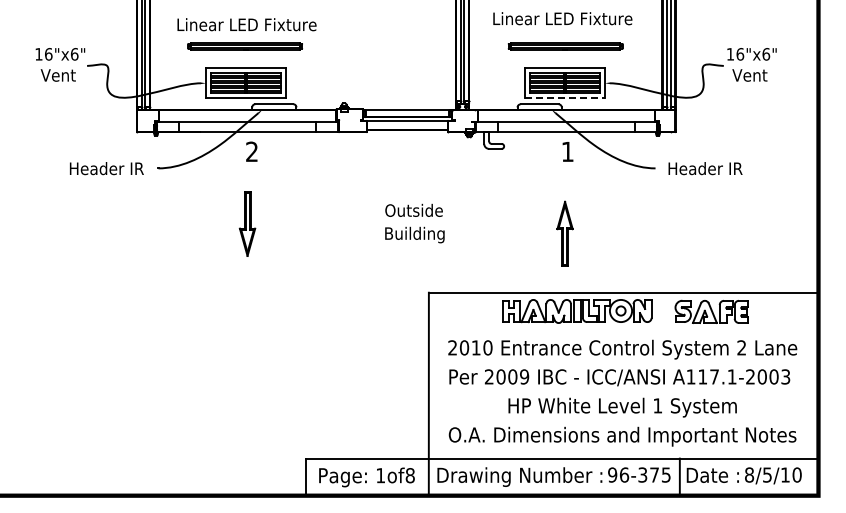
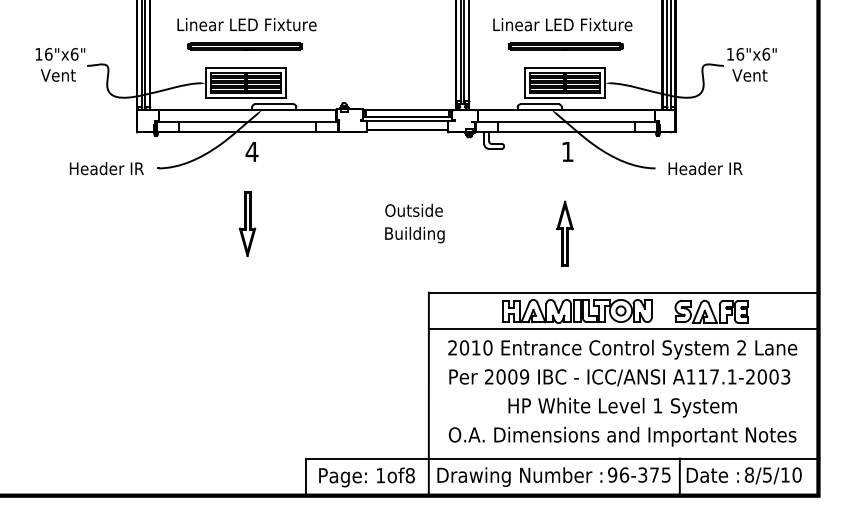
text at (562, 18) position: (562, 18) -> (562, 24)
line at (565, 98): dashed -> solid
text at (251, 151): 2 -> 4
line at (623, 328): none -> present
